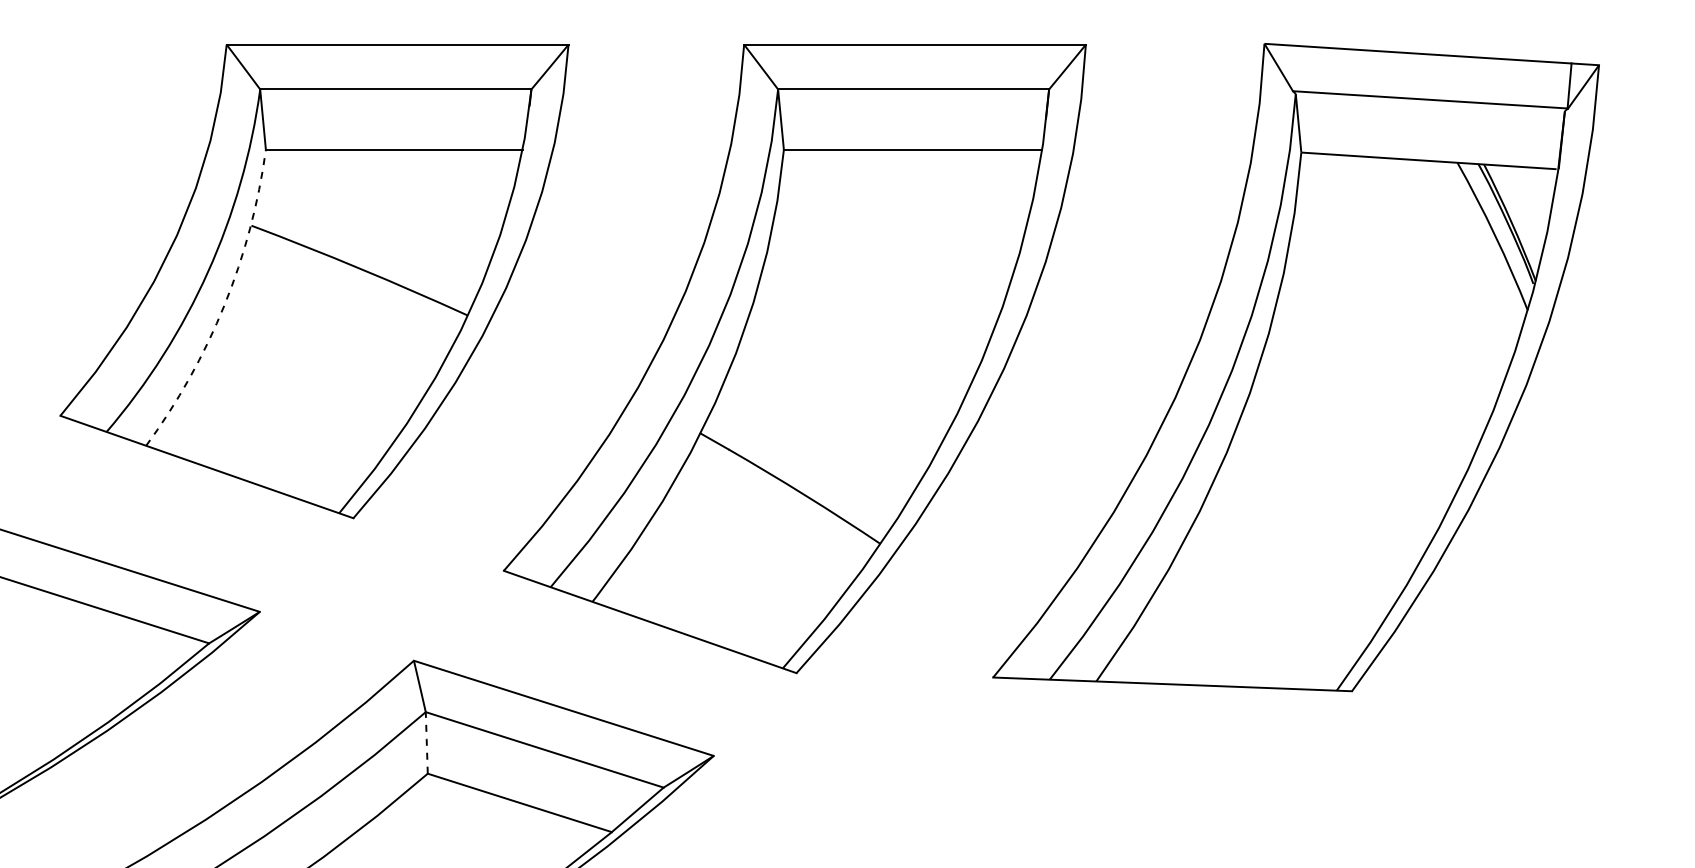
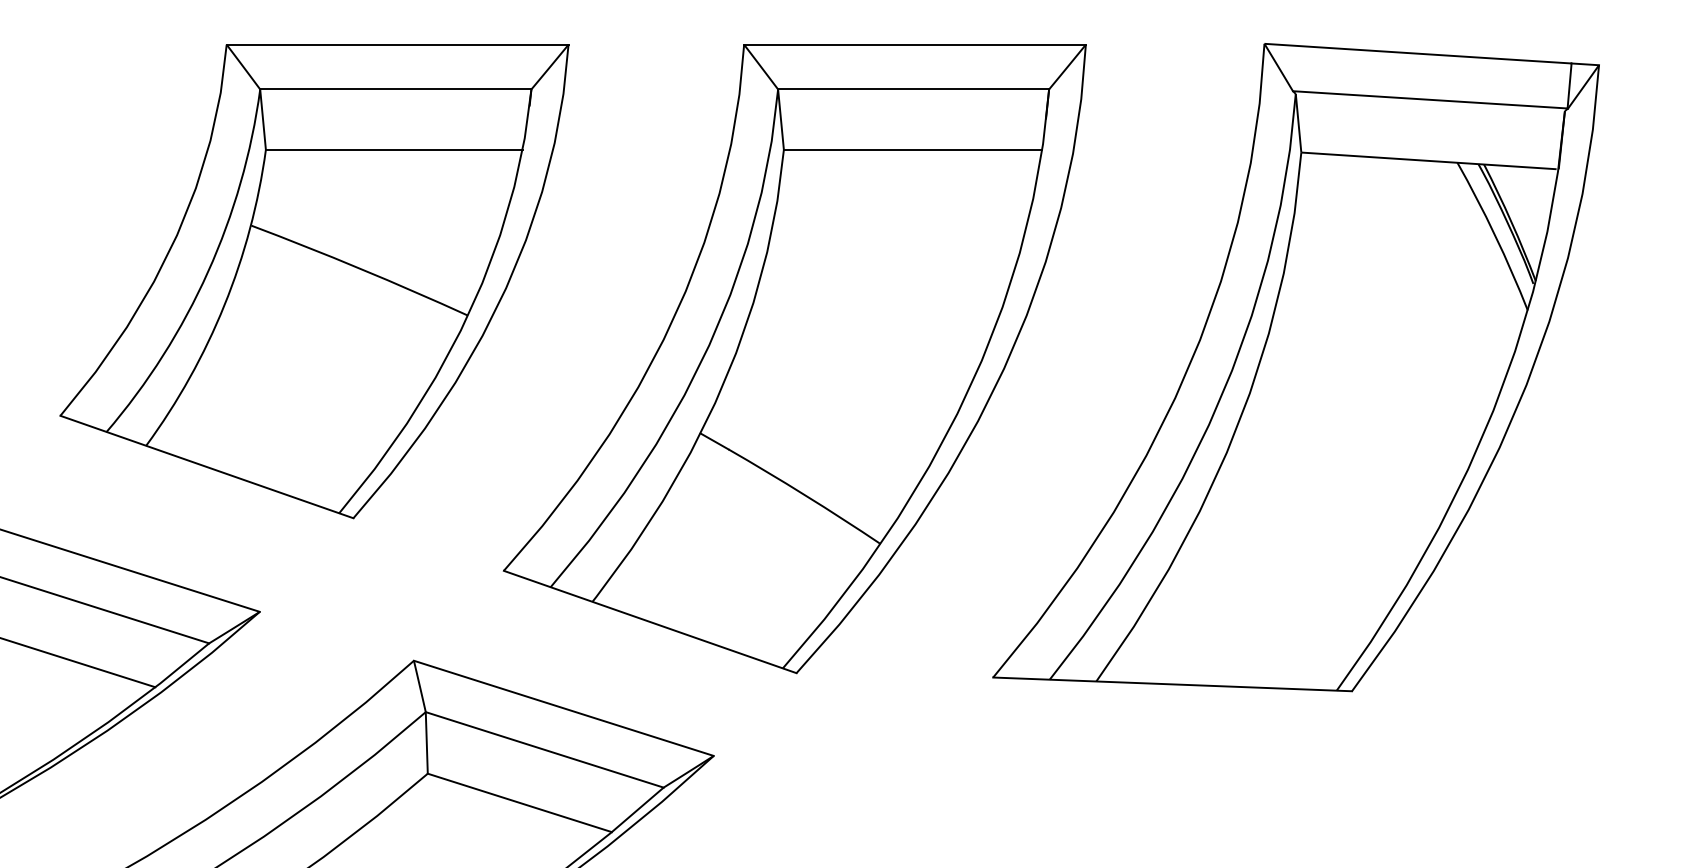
arc at (224, 305): dashed -> solid
line at (78, 662): none -> present
line at (426, 742): dashed -> solid
